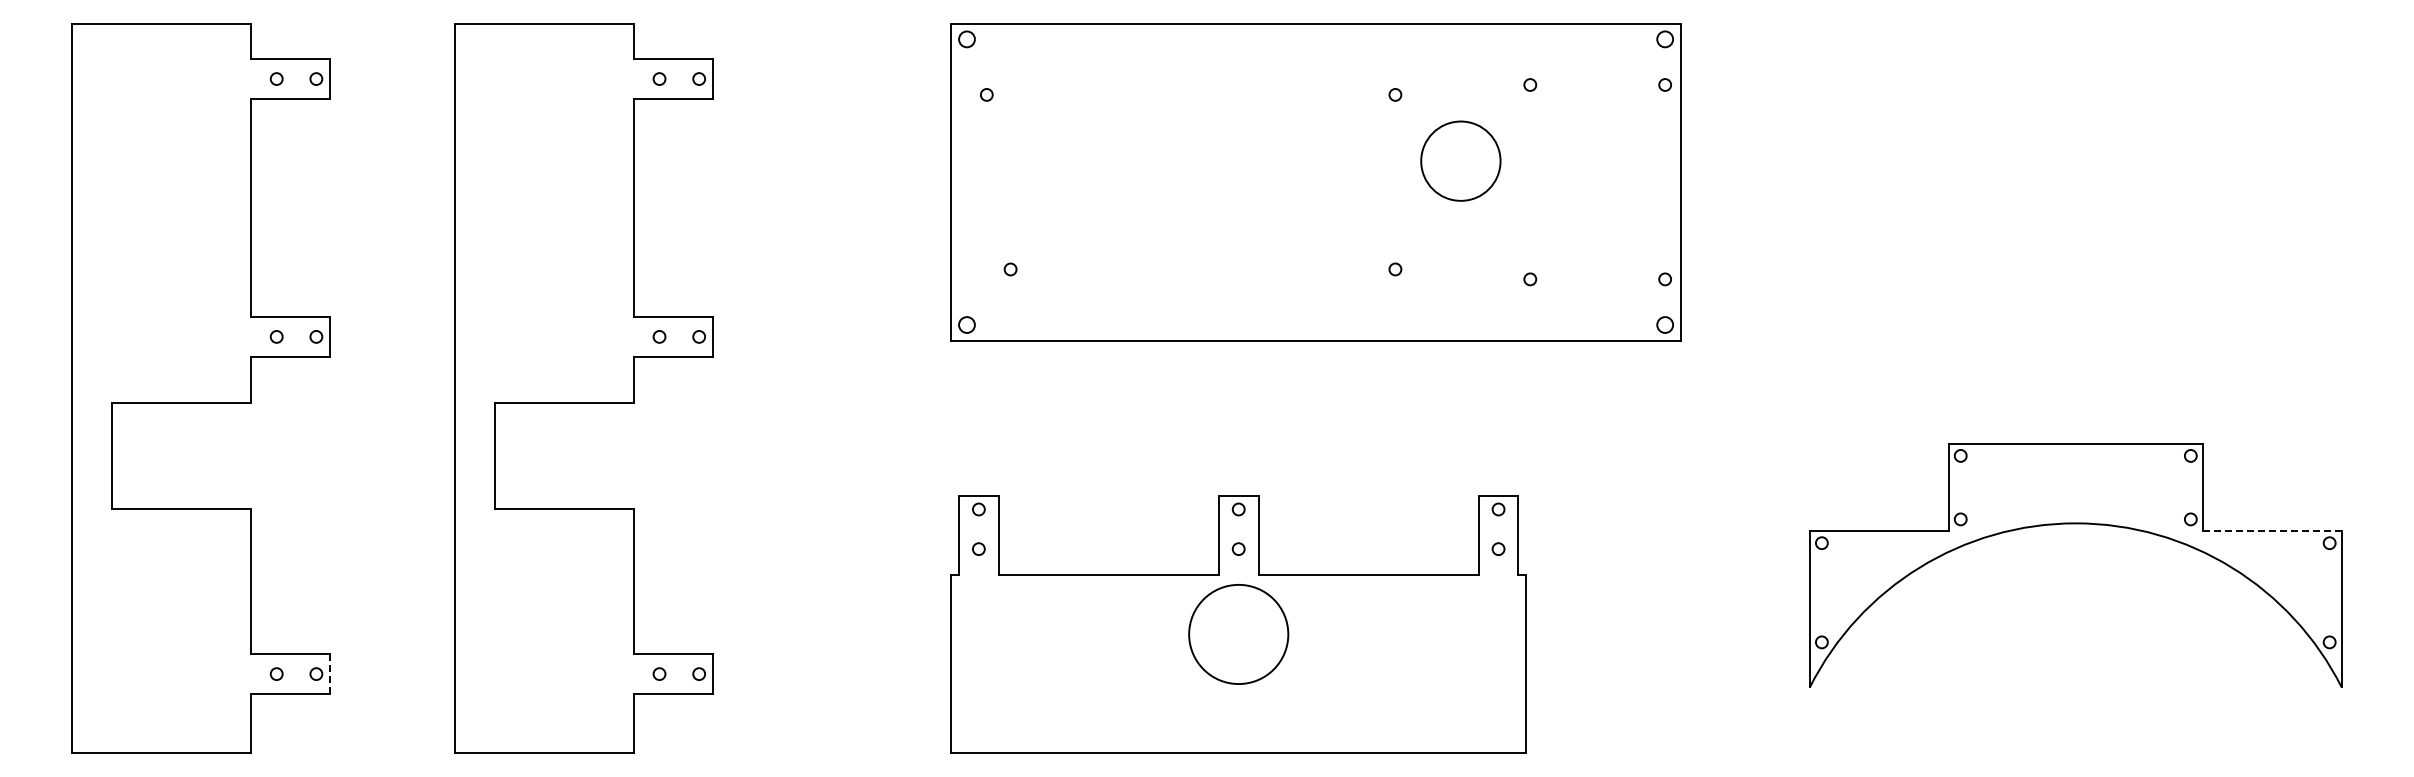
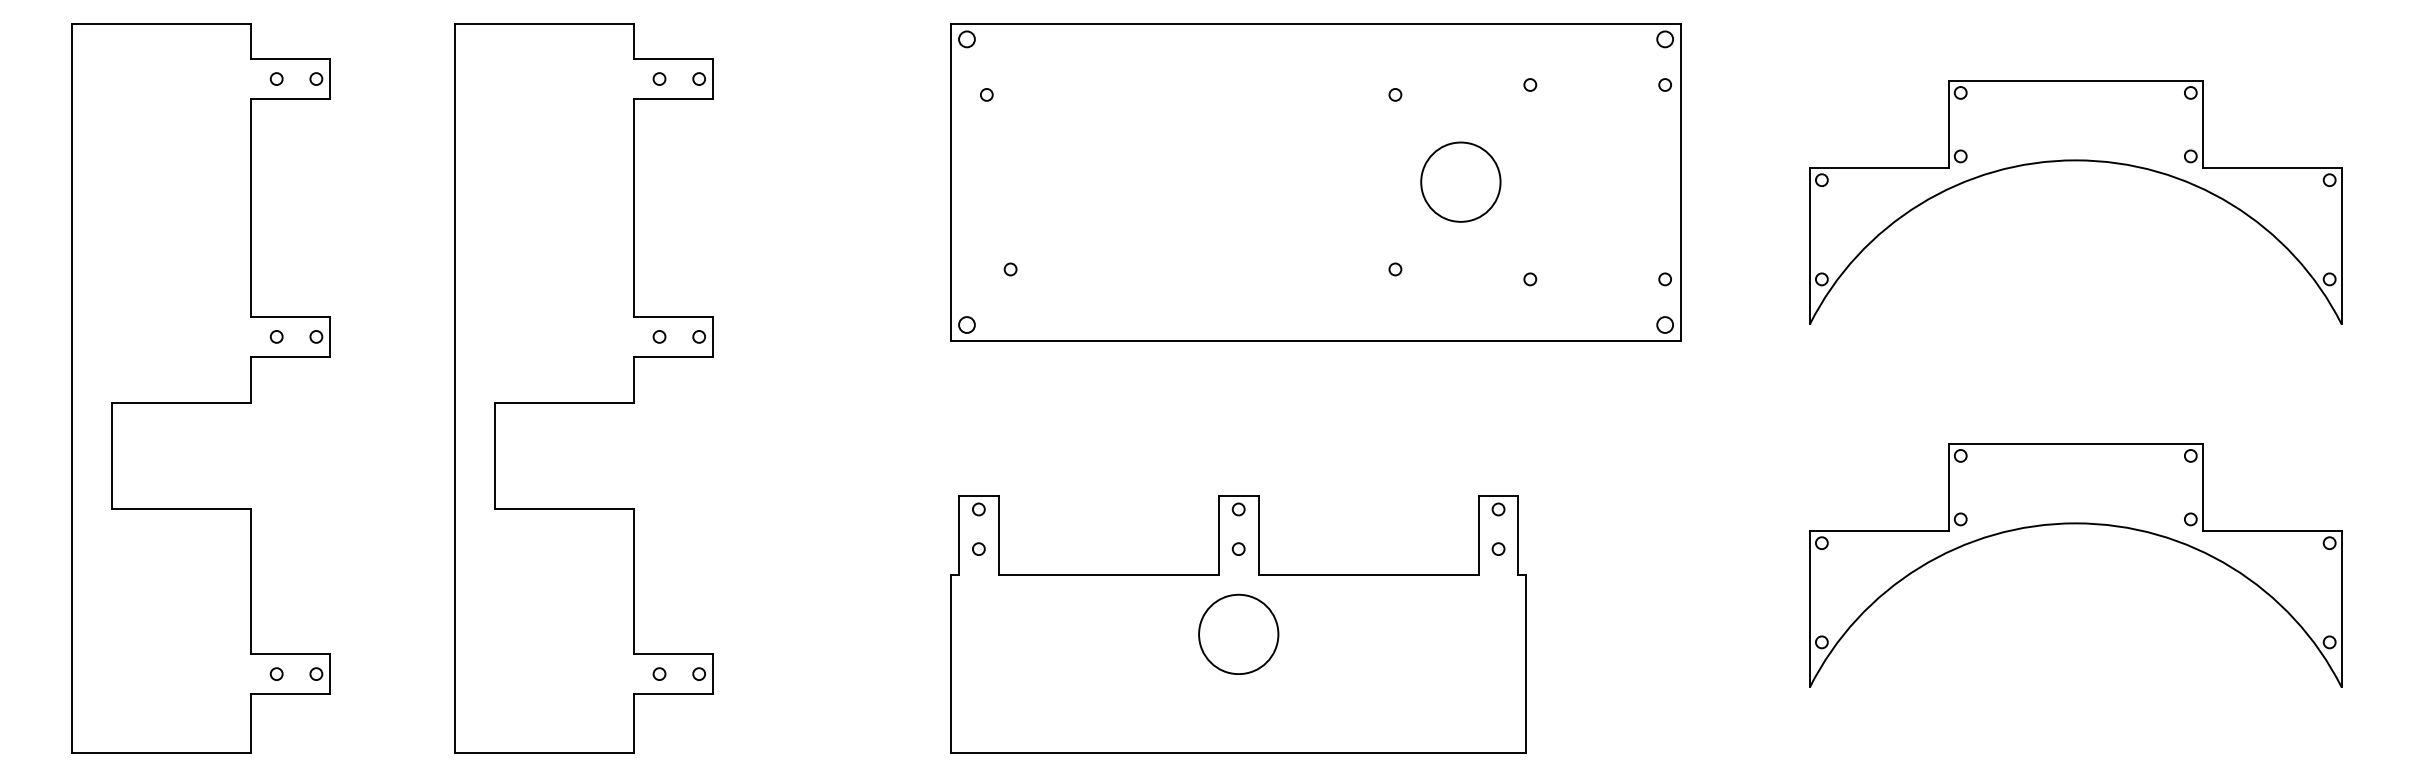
circle at (1460, 160) position: (1460, 160) -> (1460, 181)
part at (2075, 161): none -> present
line at (2272, 531): dashed -> solid
circle at (1238, 634) diameter: 99 px -> 79 px
line at (330, 674): dashed -> solid
